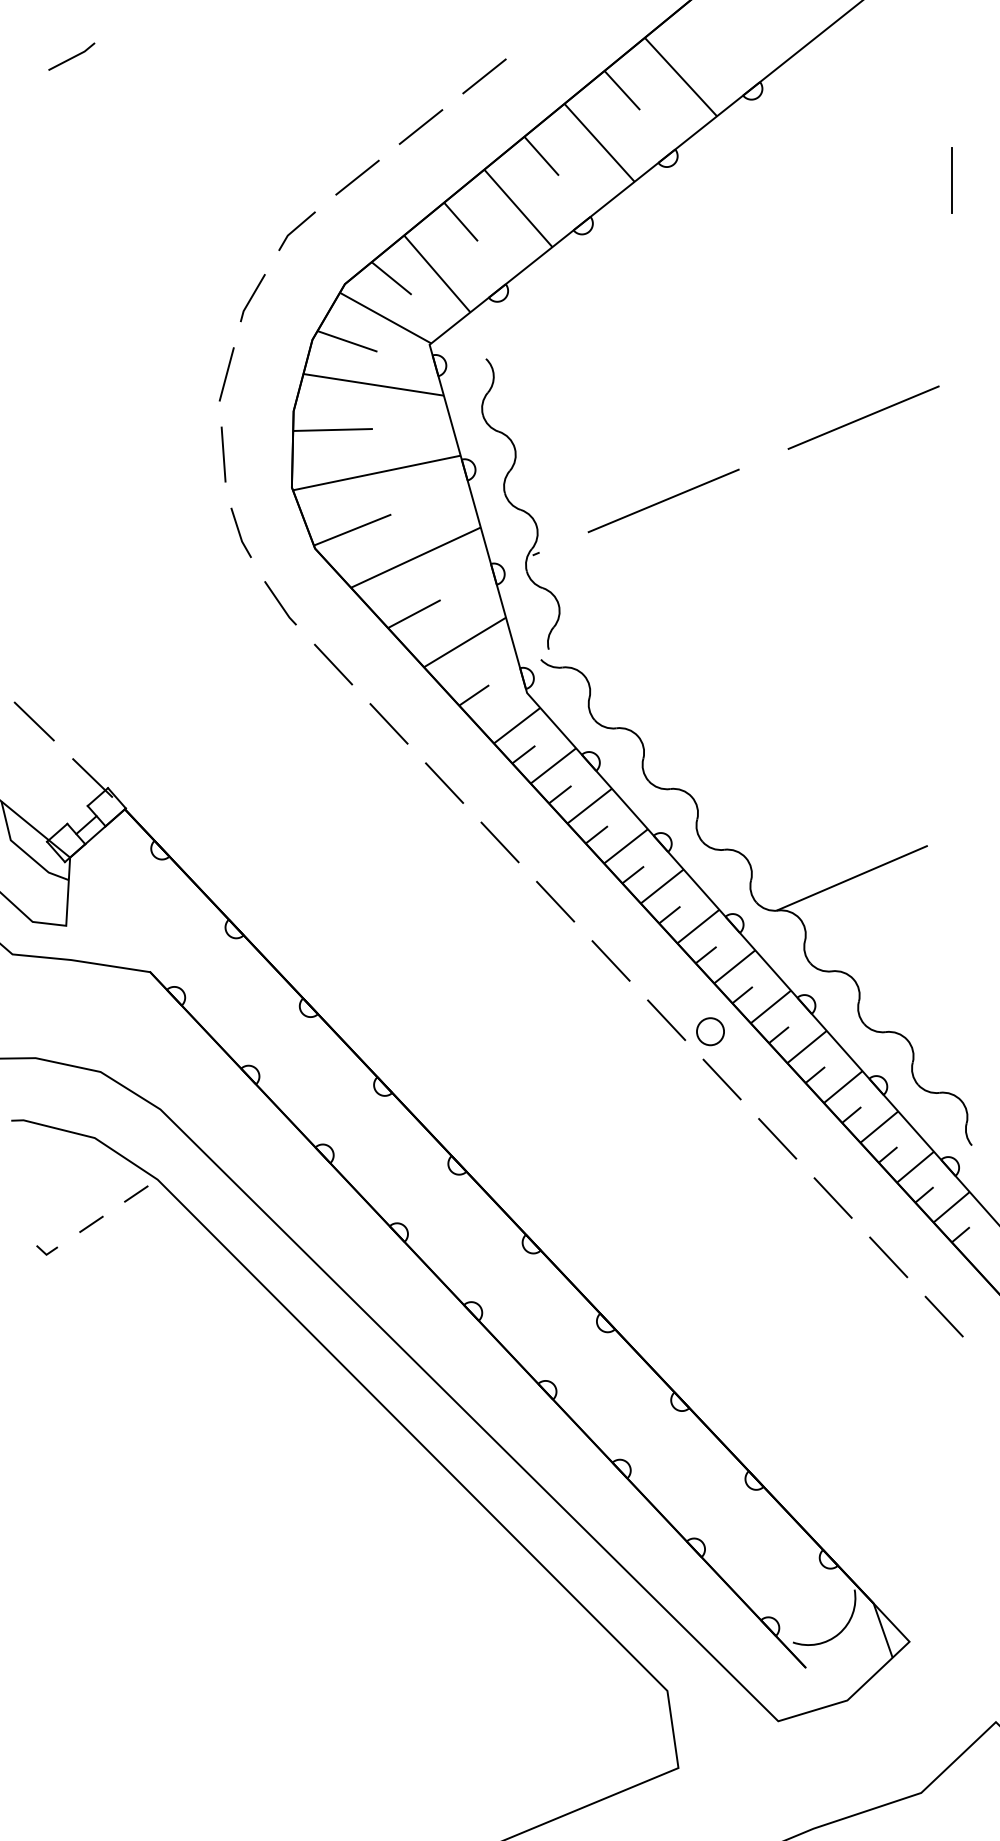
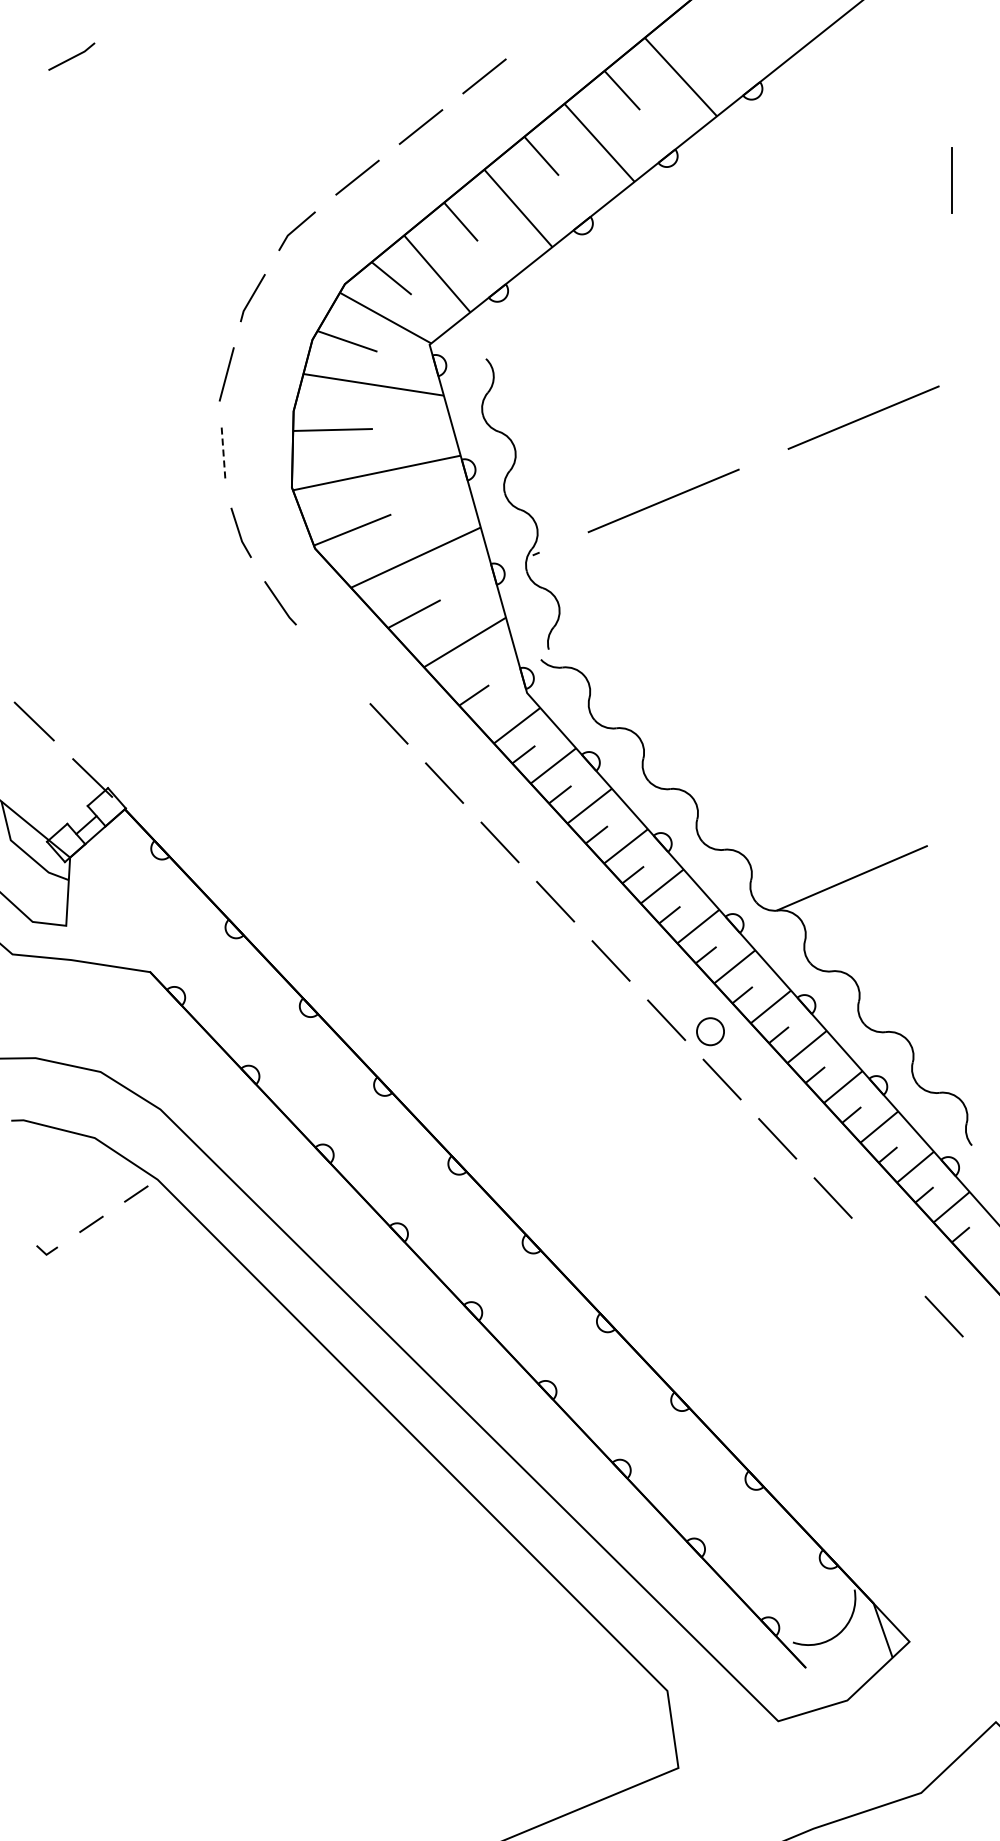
line at (223, 455): solid -> dashed
line at (333, 664): present -> none
line at (888, 1257): present -> none
